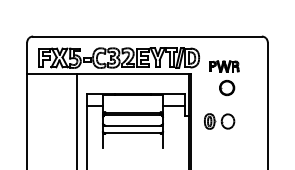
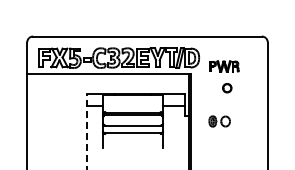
part at (227, 88) size: 17x17 px -> 11x11 px
line at (77, 119): present -> none
part at (219, 121) size: 32x17 px -> 23x13 px
line at (86, 131): solid -> dashed
